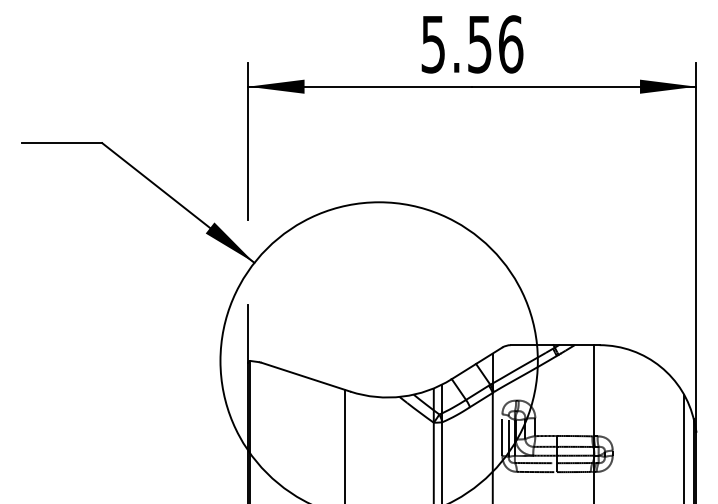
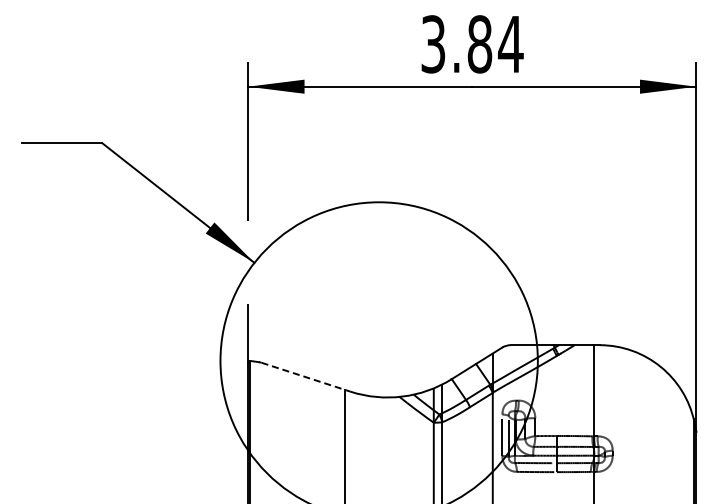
text at (472, 44): 5.56 -> 3.84
line at (305, 377): solid -> dashed
line at (684, 447): present -> none
